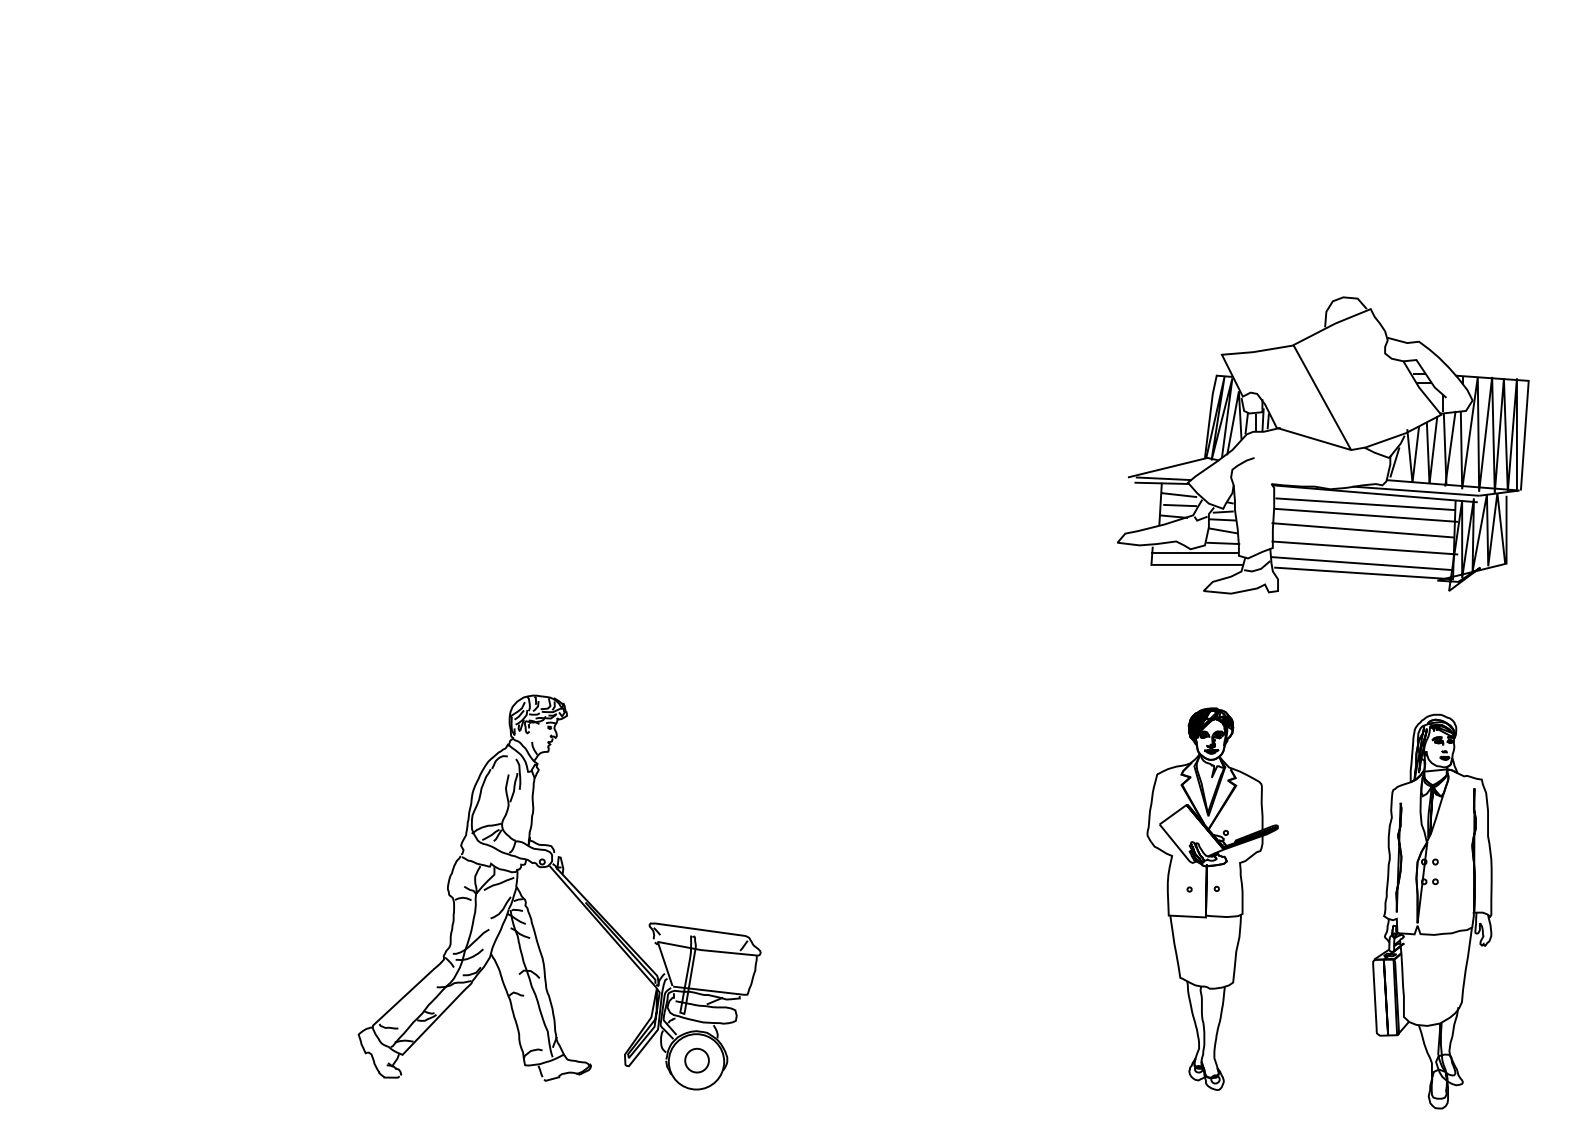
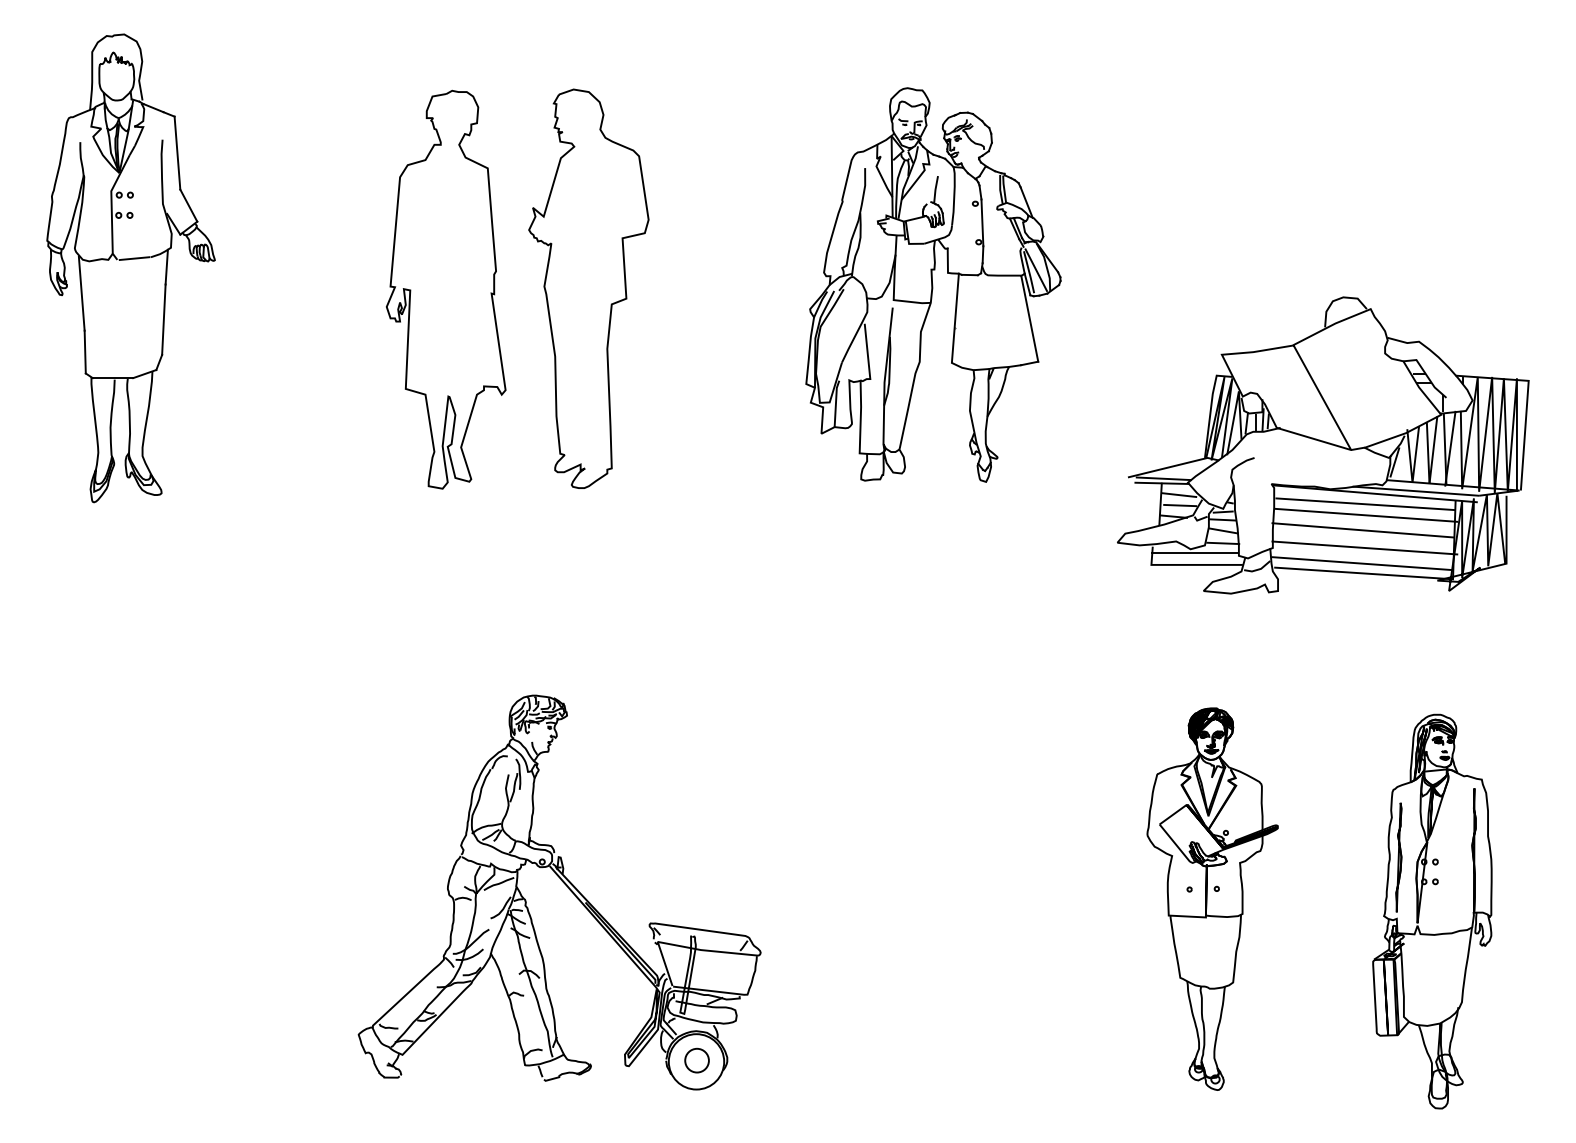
part at (130, 268): none -> present
part at (933, 284): none -> present
part at (495, 288): none -> present
